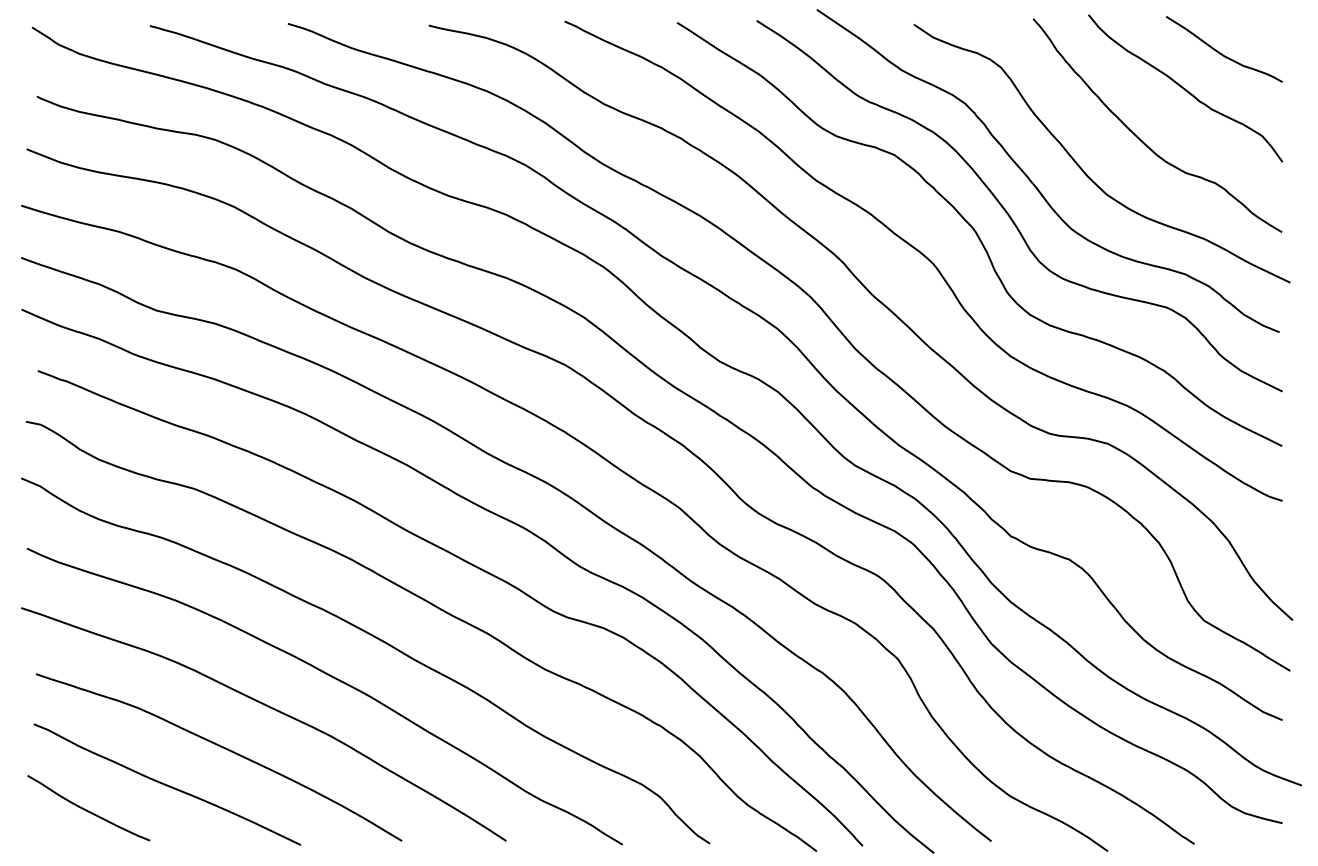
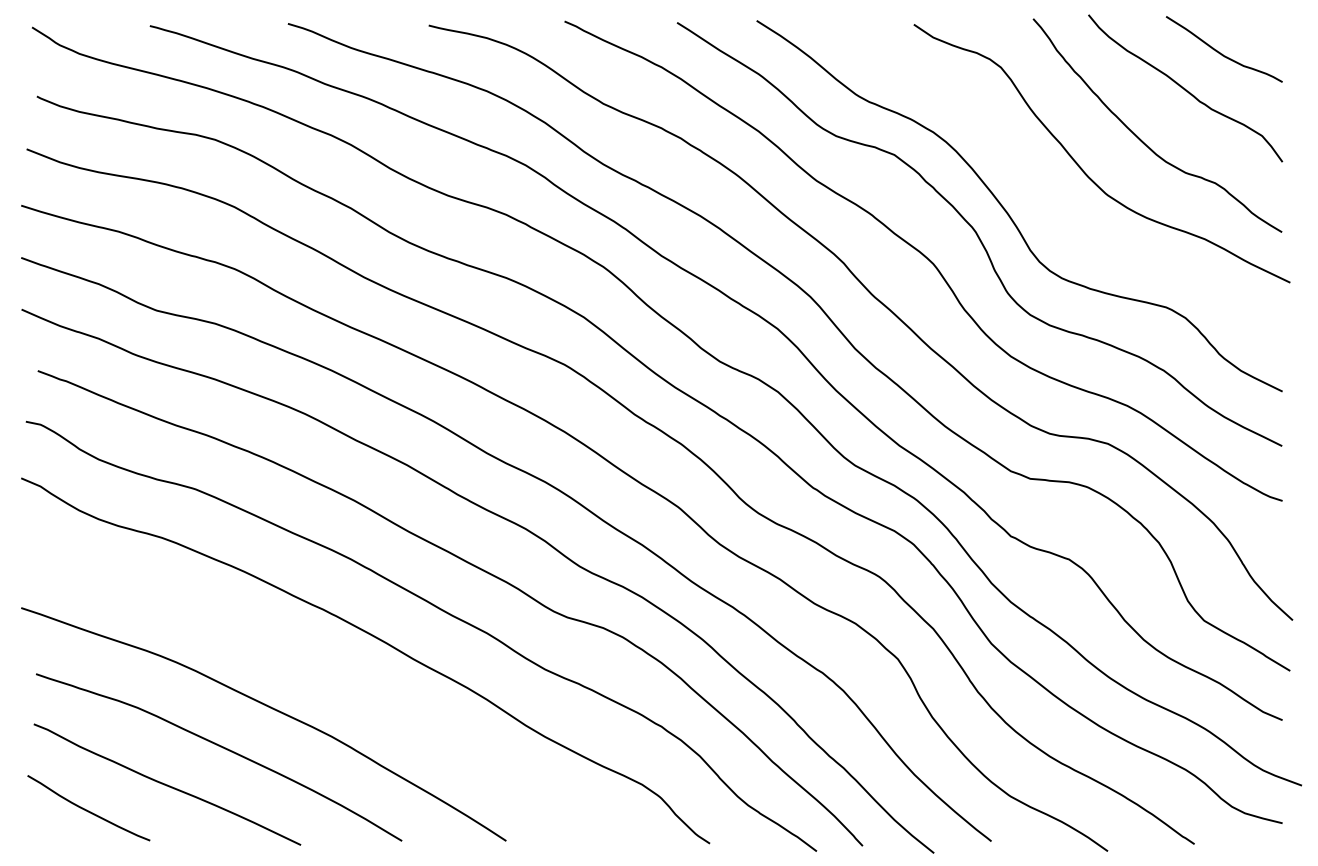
curve at (1034, 183): present -> none
curve at (333, 678): present -> none
